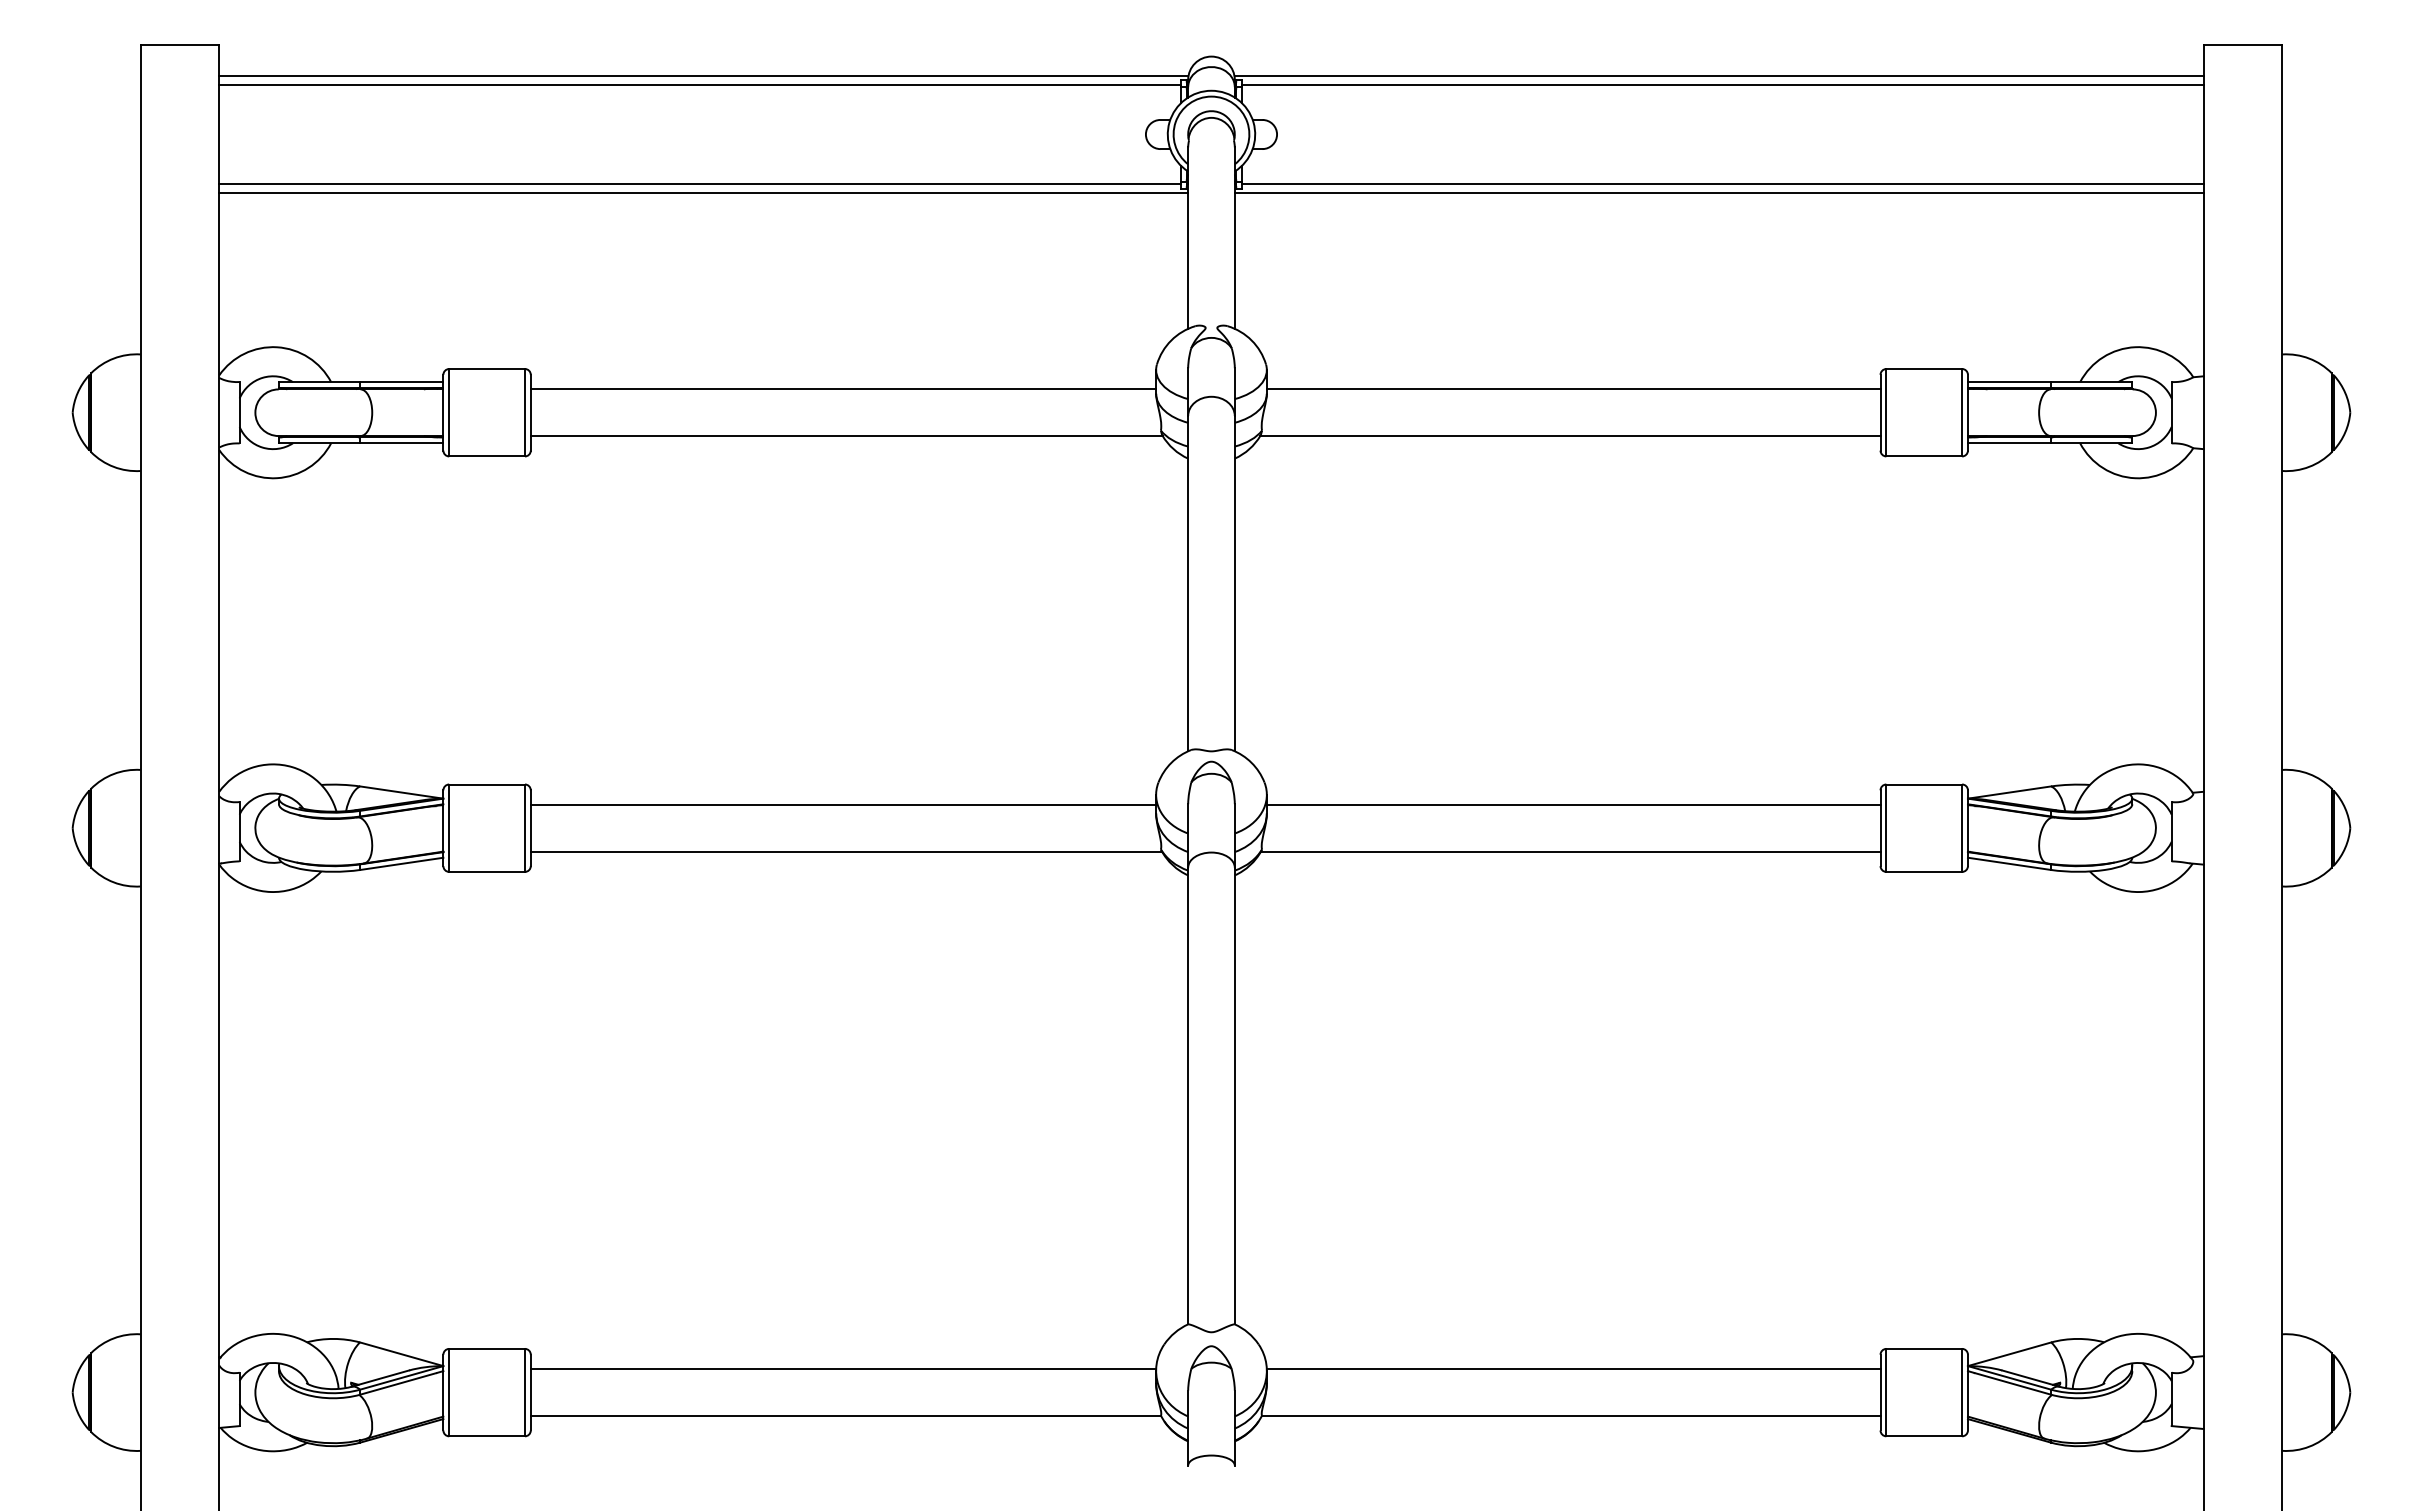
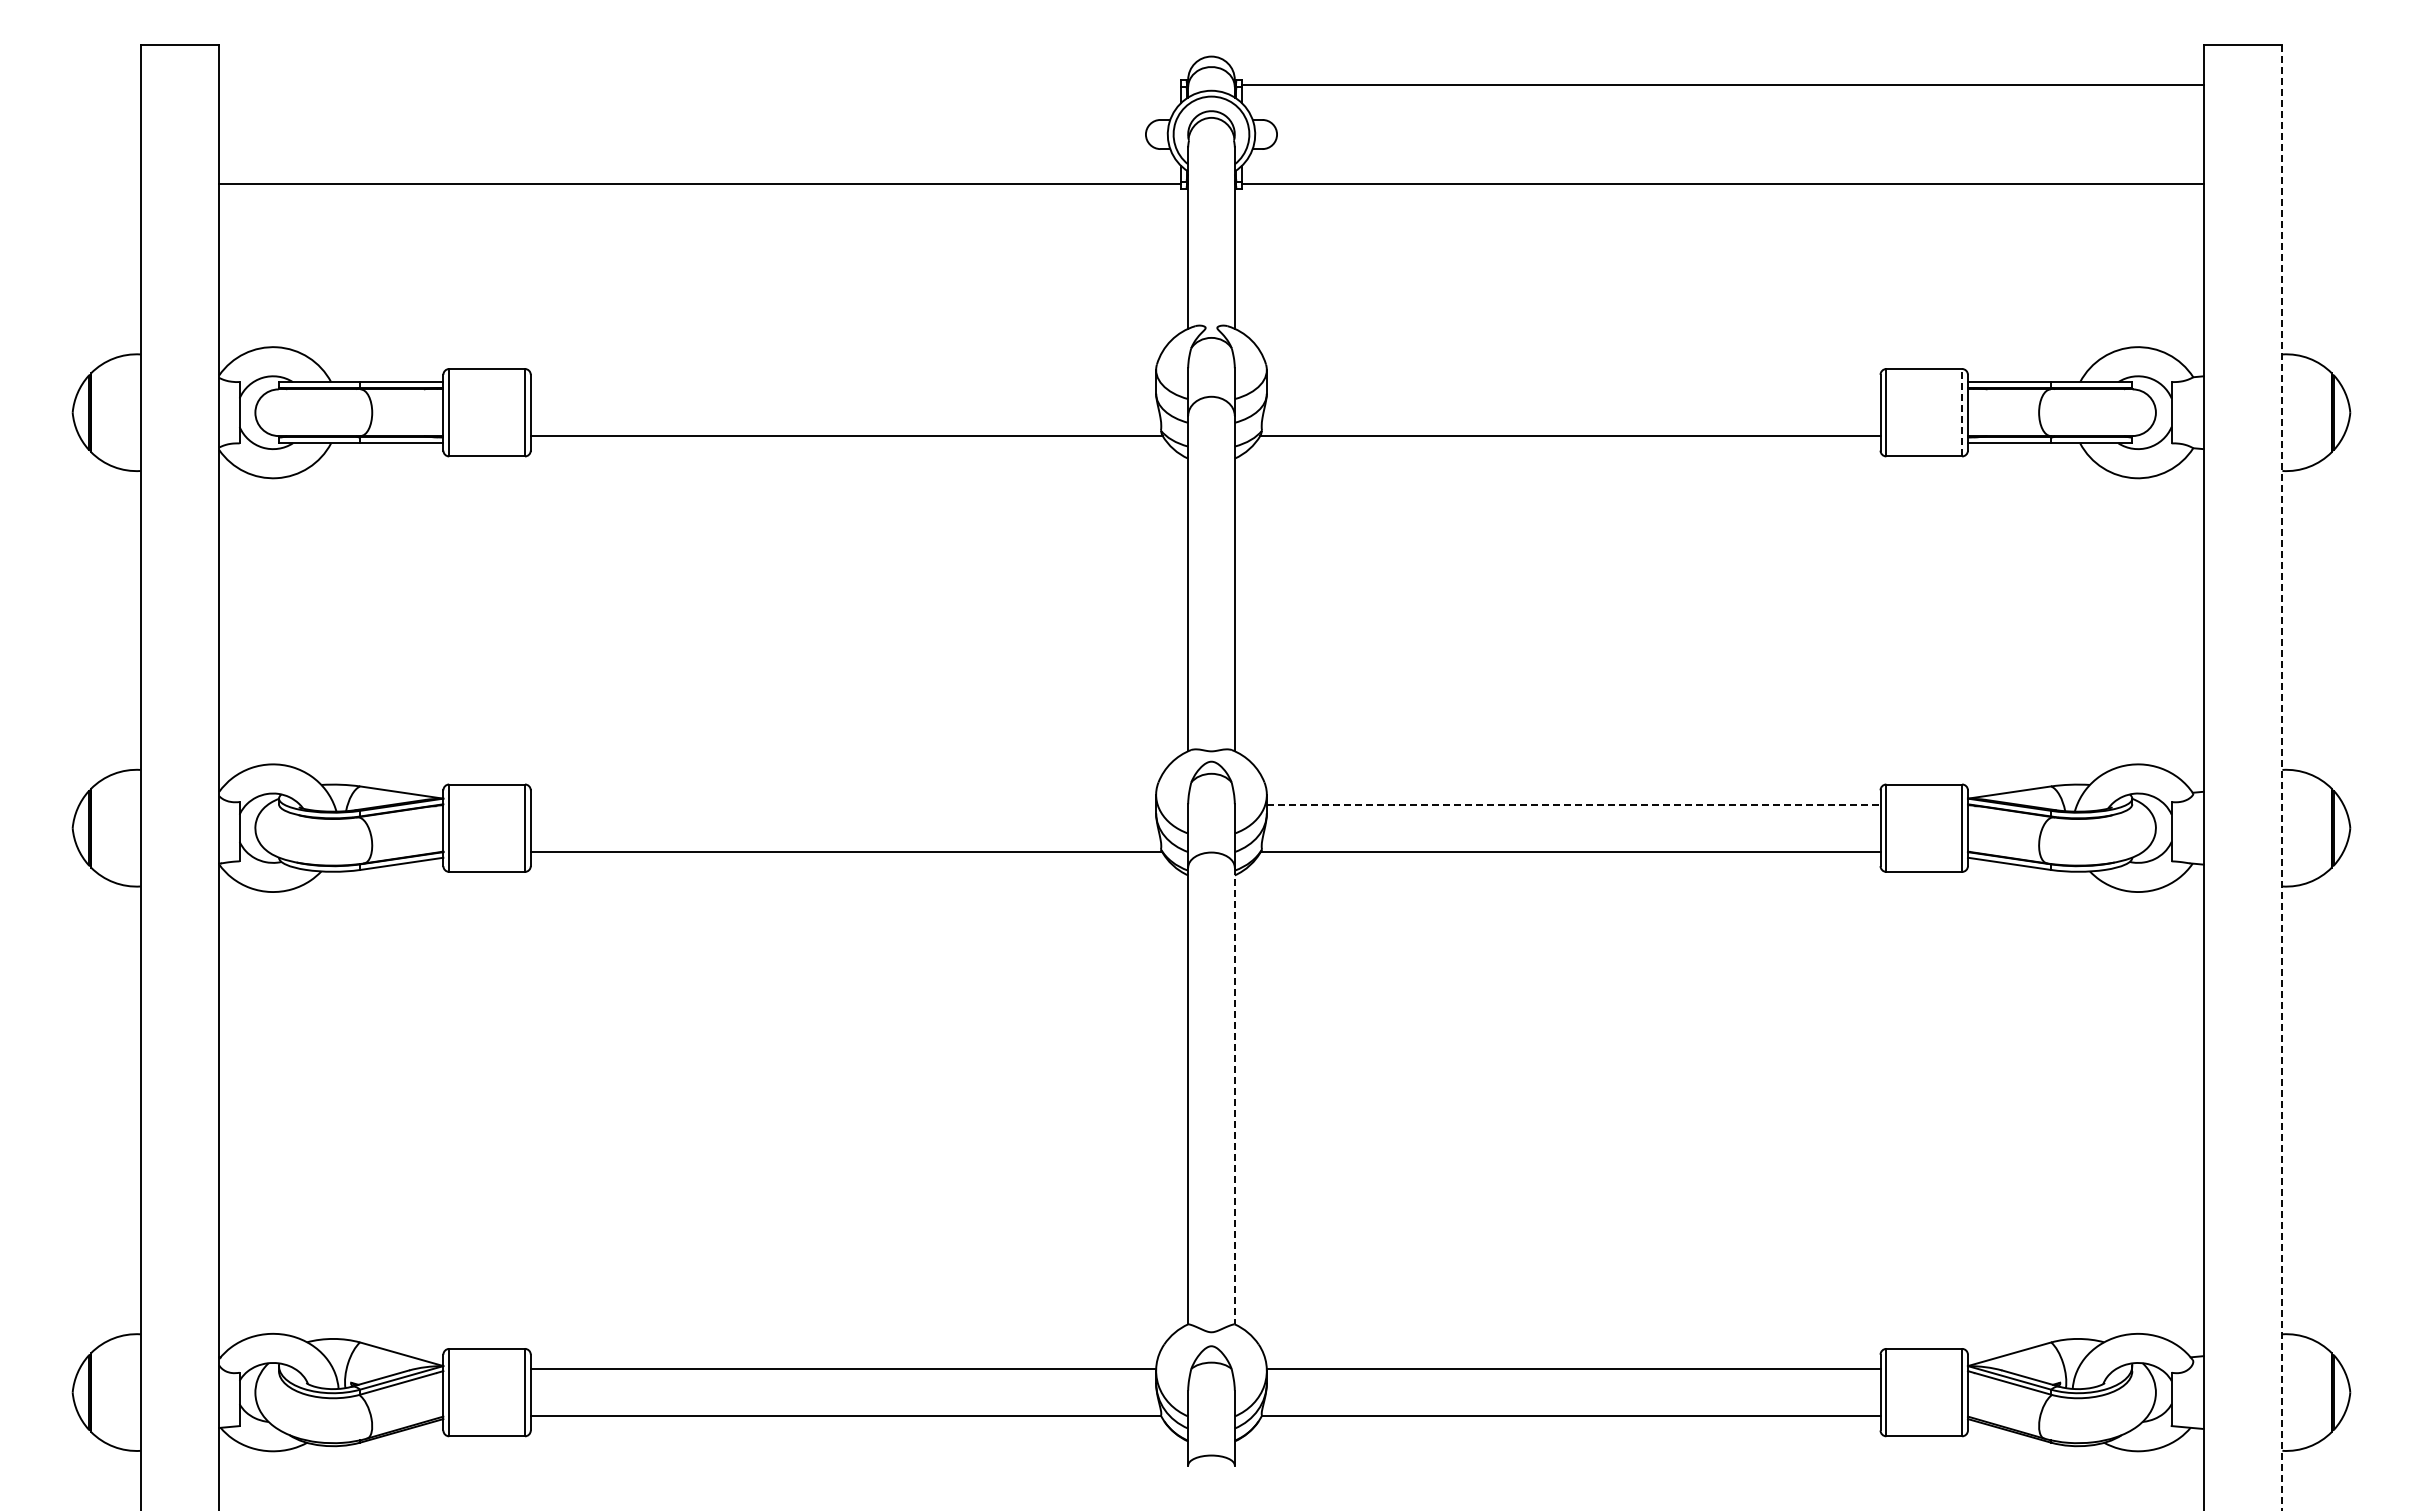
line at (703, 76): present -> none
line at (1718, 76): present -> none
line at (699, 84): present -> none
line at (703, 192): present -> none
line at (1718, 192): present -> none
line at (843, 389): present -> none
line at (1573, 389): present -> none
line at (1962, 412): solid -> dashed
line at (2282, 778): solid -> dashed
line at (843, 804): present -> none
line at (1573, 804): solid -> dashed
line at (1234, 1096): solid -> dashed
